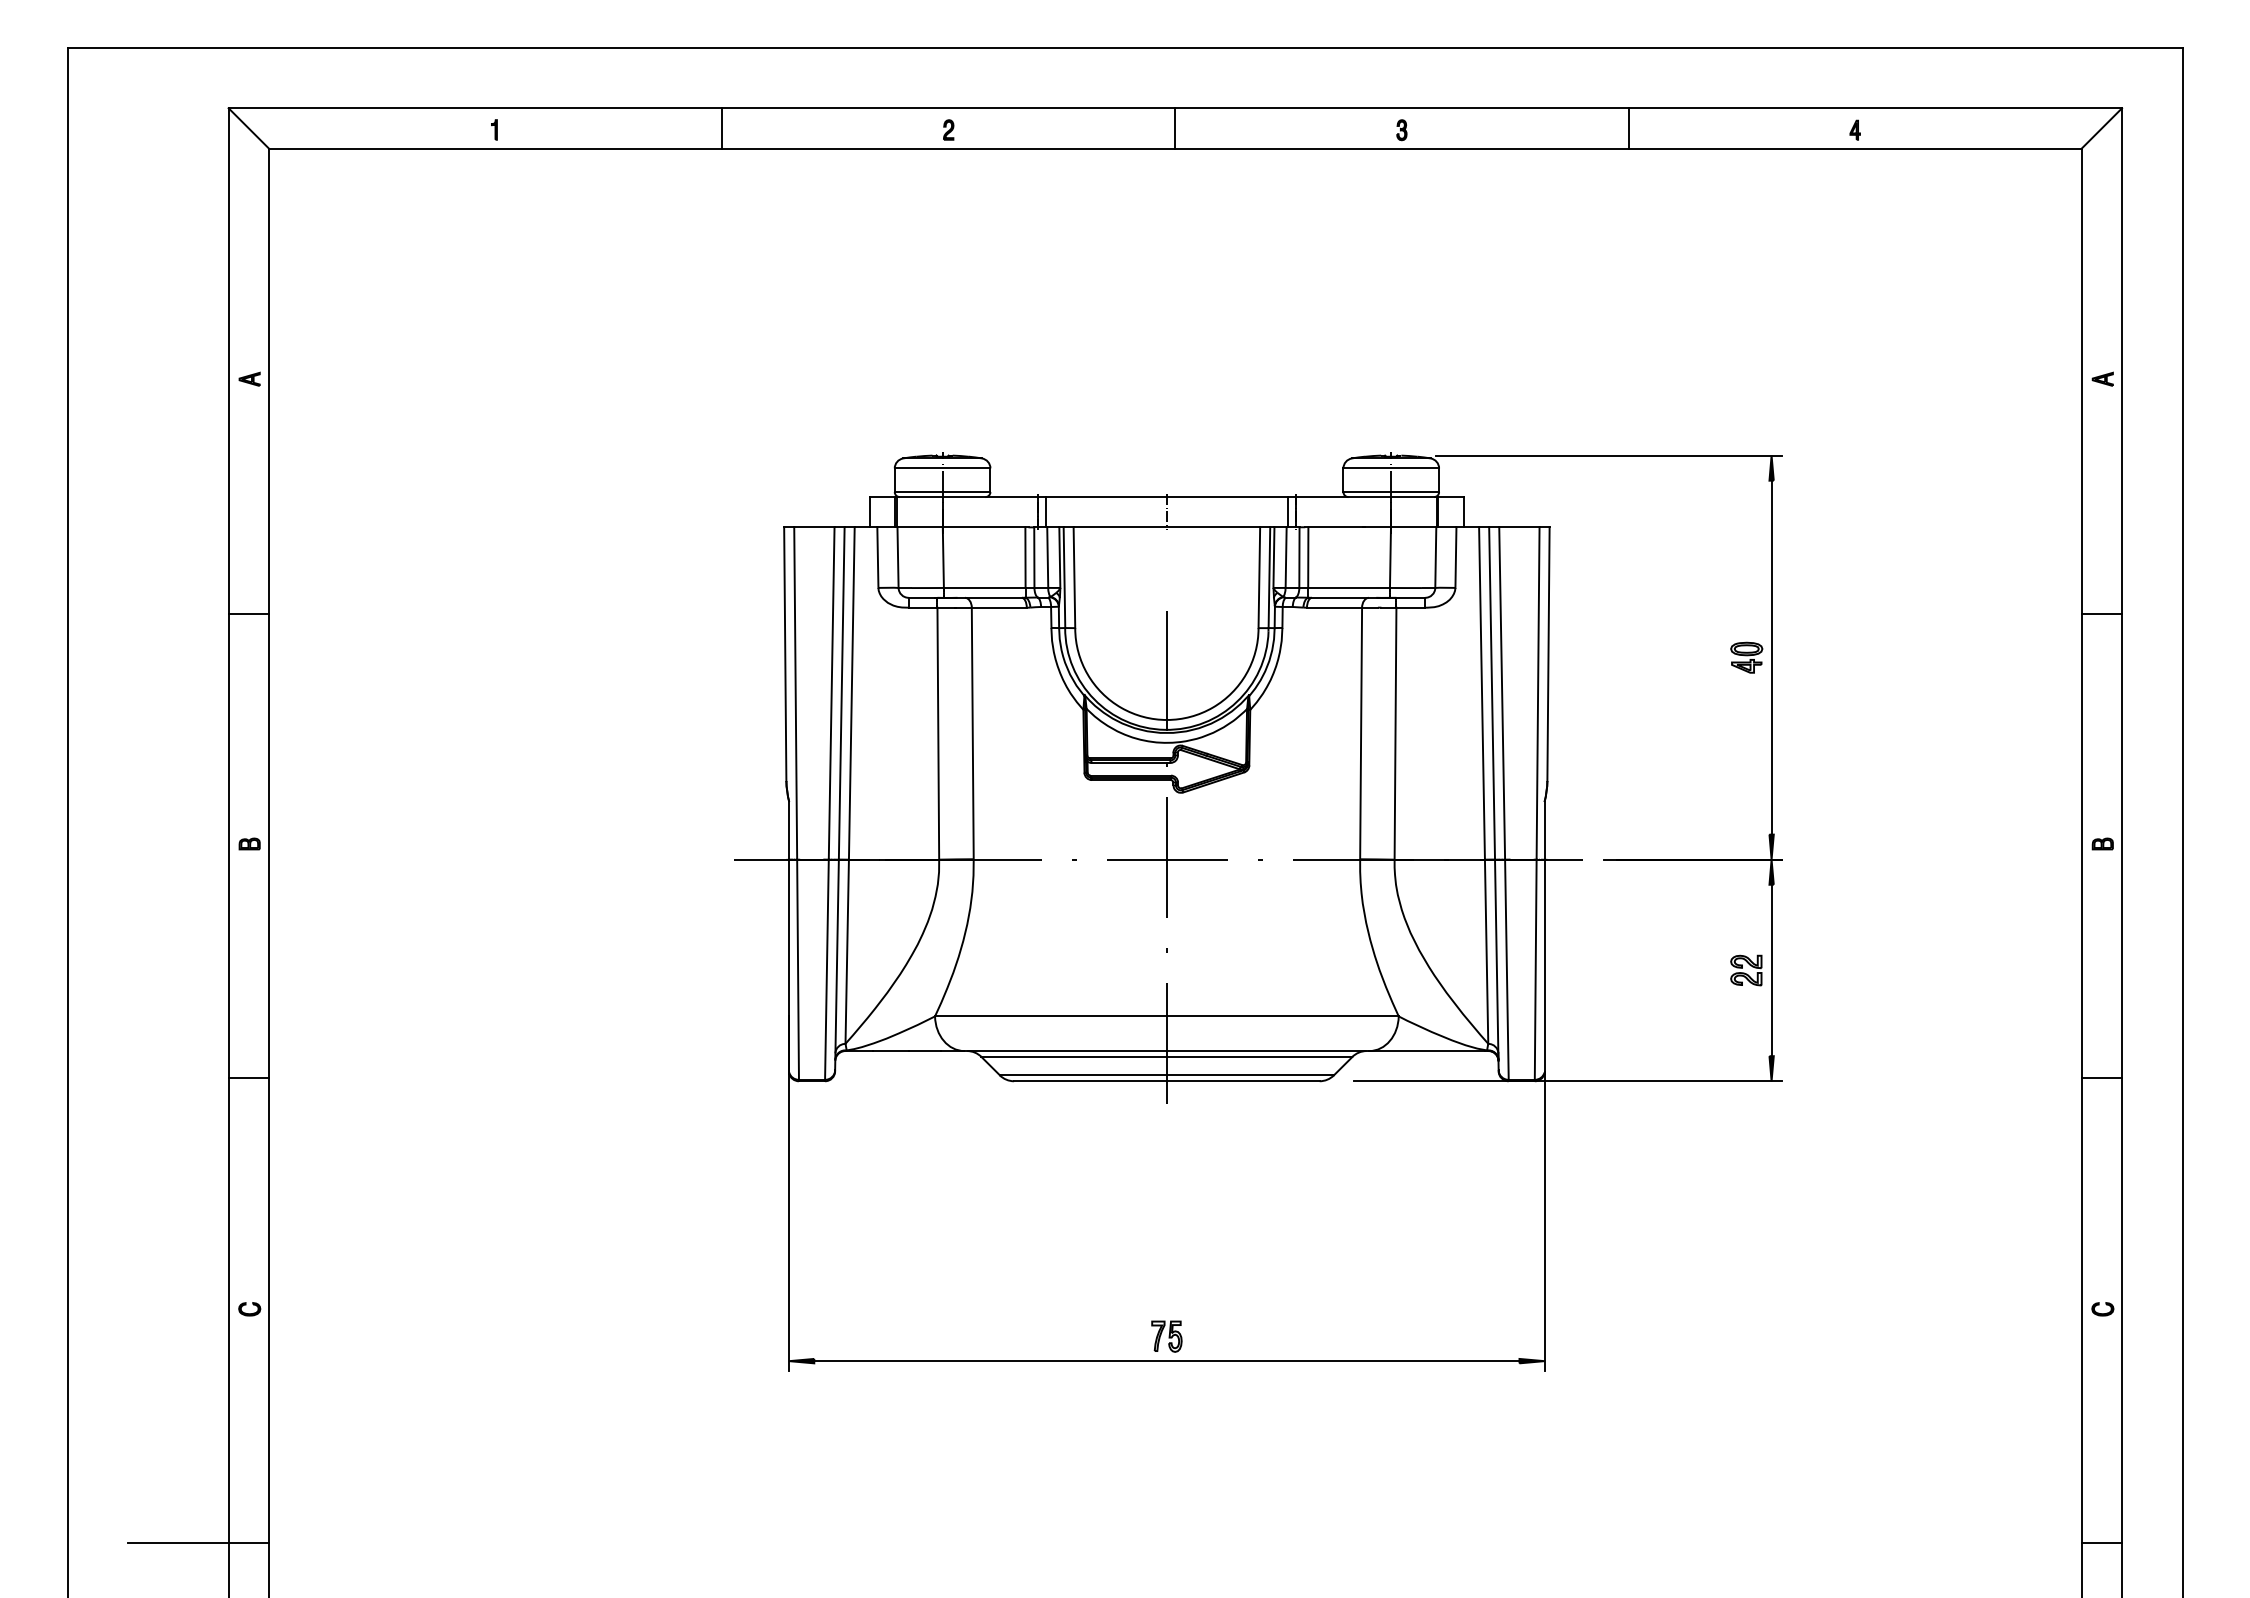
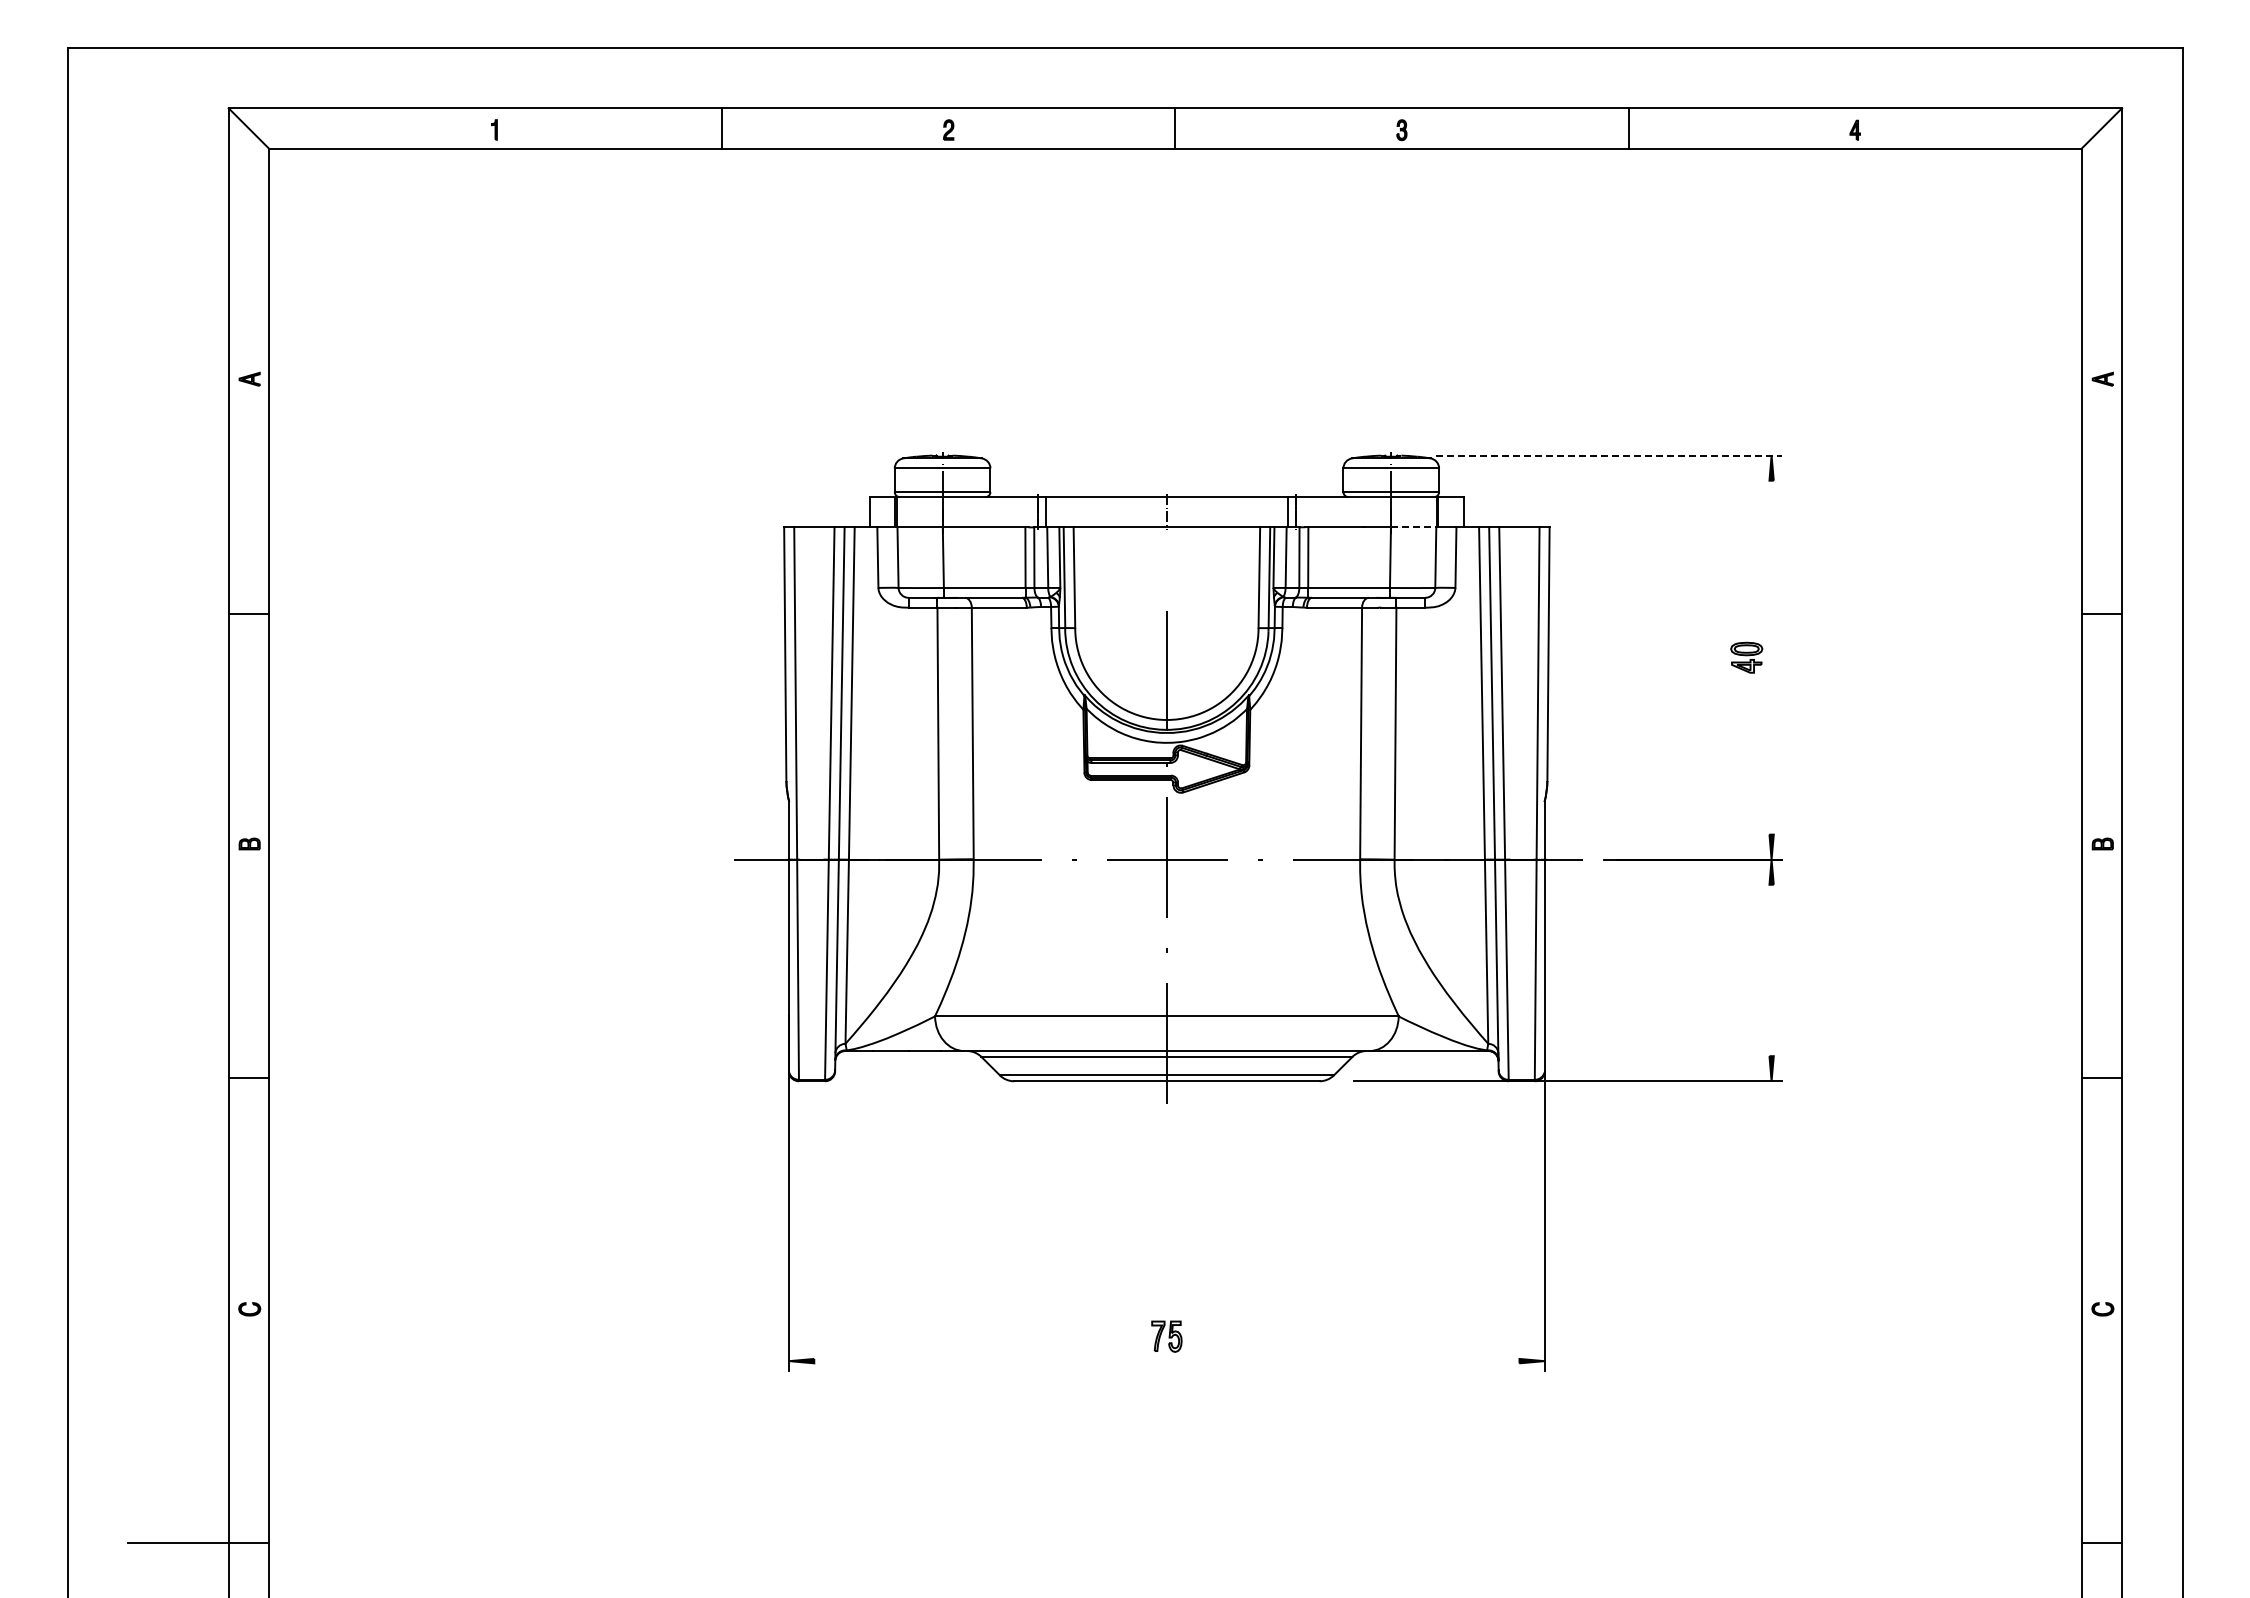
line at (1608, 455): solid -> dashed
line at (1413, 527): solid -> dashed
line at (1771, 657): present -> none
part at (1746, 970): present -> none
line at (1771, 970): present -> none
line at (1166, 1361): present -> none
